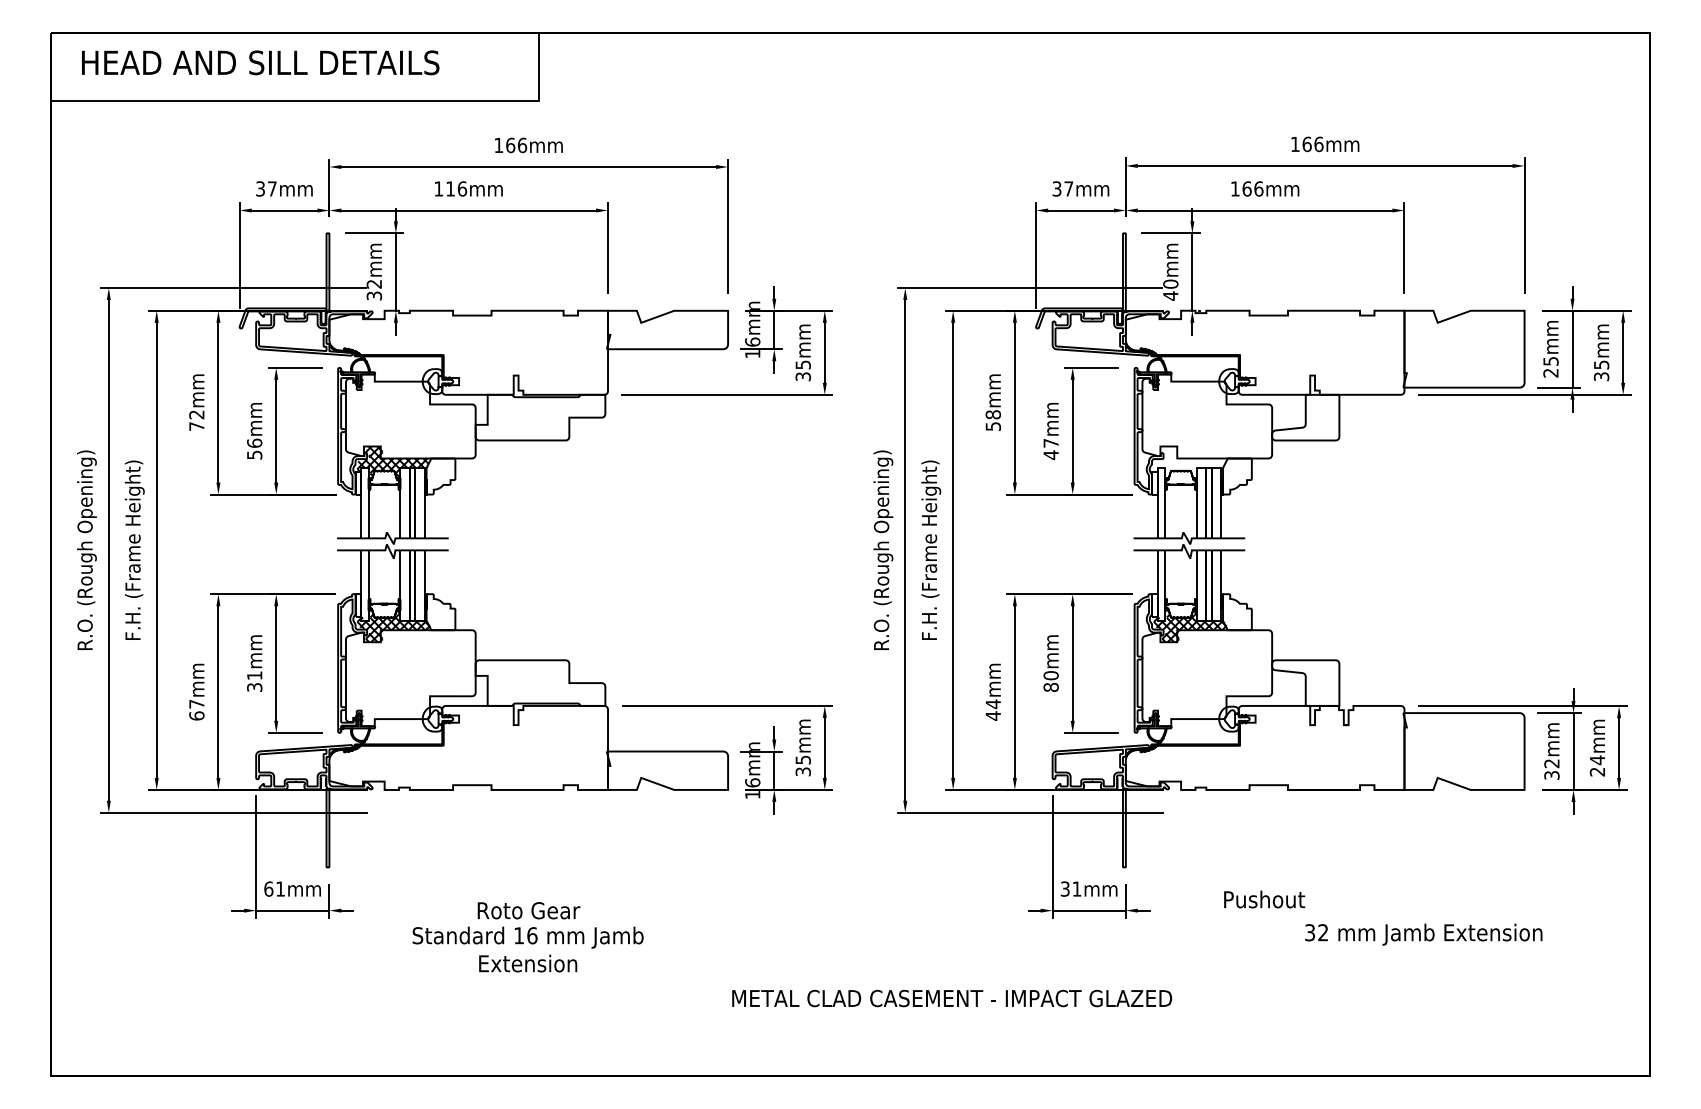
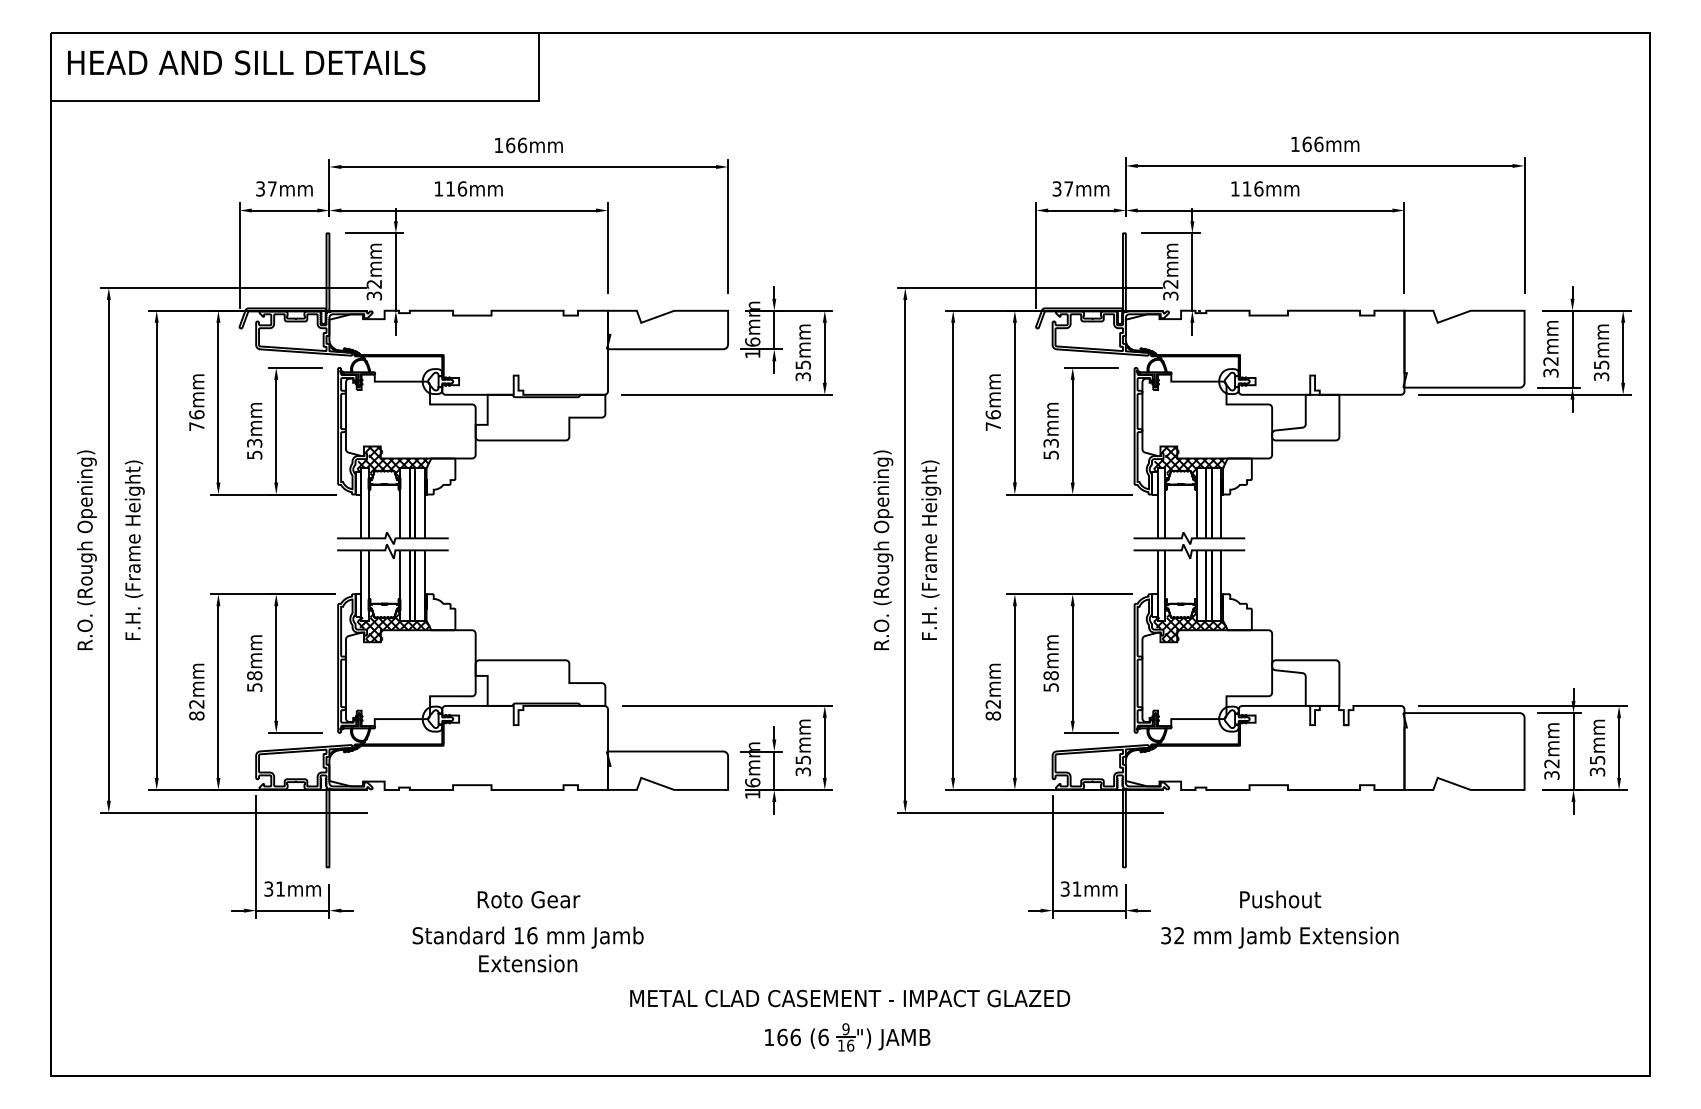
text at (260, 62) position: (260, 62) -> (246, 62)
text at (1246, 188): 166mm -> 116mm
text at (1170, 289): 40mm -> 32mm
text at (1550, 367): 25mm -> 32mm
text at (196, 414): 72mm -> 76mm
text at (993, 420): 58mm -> 76mm
text at (254, 442): 56mm -> 53mm
text at (1050, 449): 47mm -> 53mm
hatch at (1190, 462): none -> present
text at (254, 681): 31mm -> 58mm
text at (1050, 681): 80mm -> 58mm
text at (993, 709): 44mm -> 82mm
text at (196, 710): 67mm -> 82mm
text at (1597, 765): 24mm -> 35mm
text at (268, 888): 61mm -> 31mm
text at (1264, 899) position: (1264, 899) -> (1280, 899)
text at (528, 910) position: (528, 910) -> (528, 899)
text at (1423, 934) position: (1423, 934) -> (1279, 937)
text at (952, 998) position: (952, 998) -> (850, 998)
part at (847, 1037): none -> present
